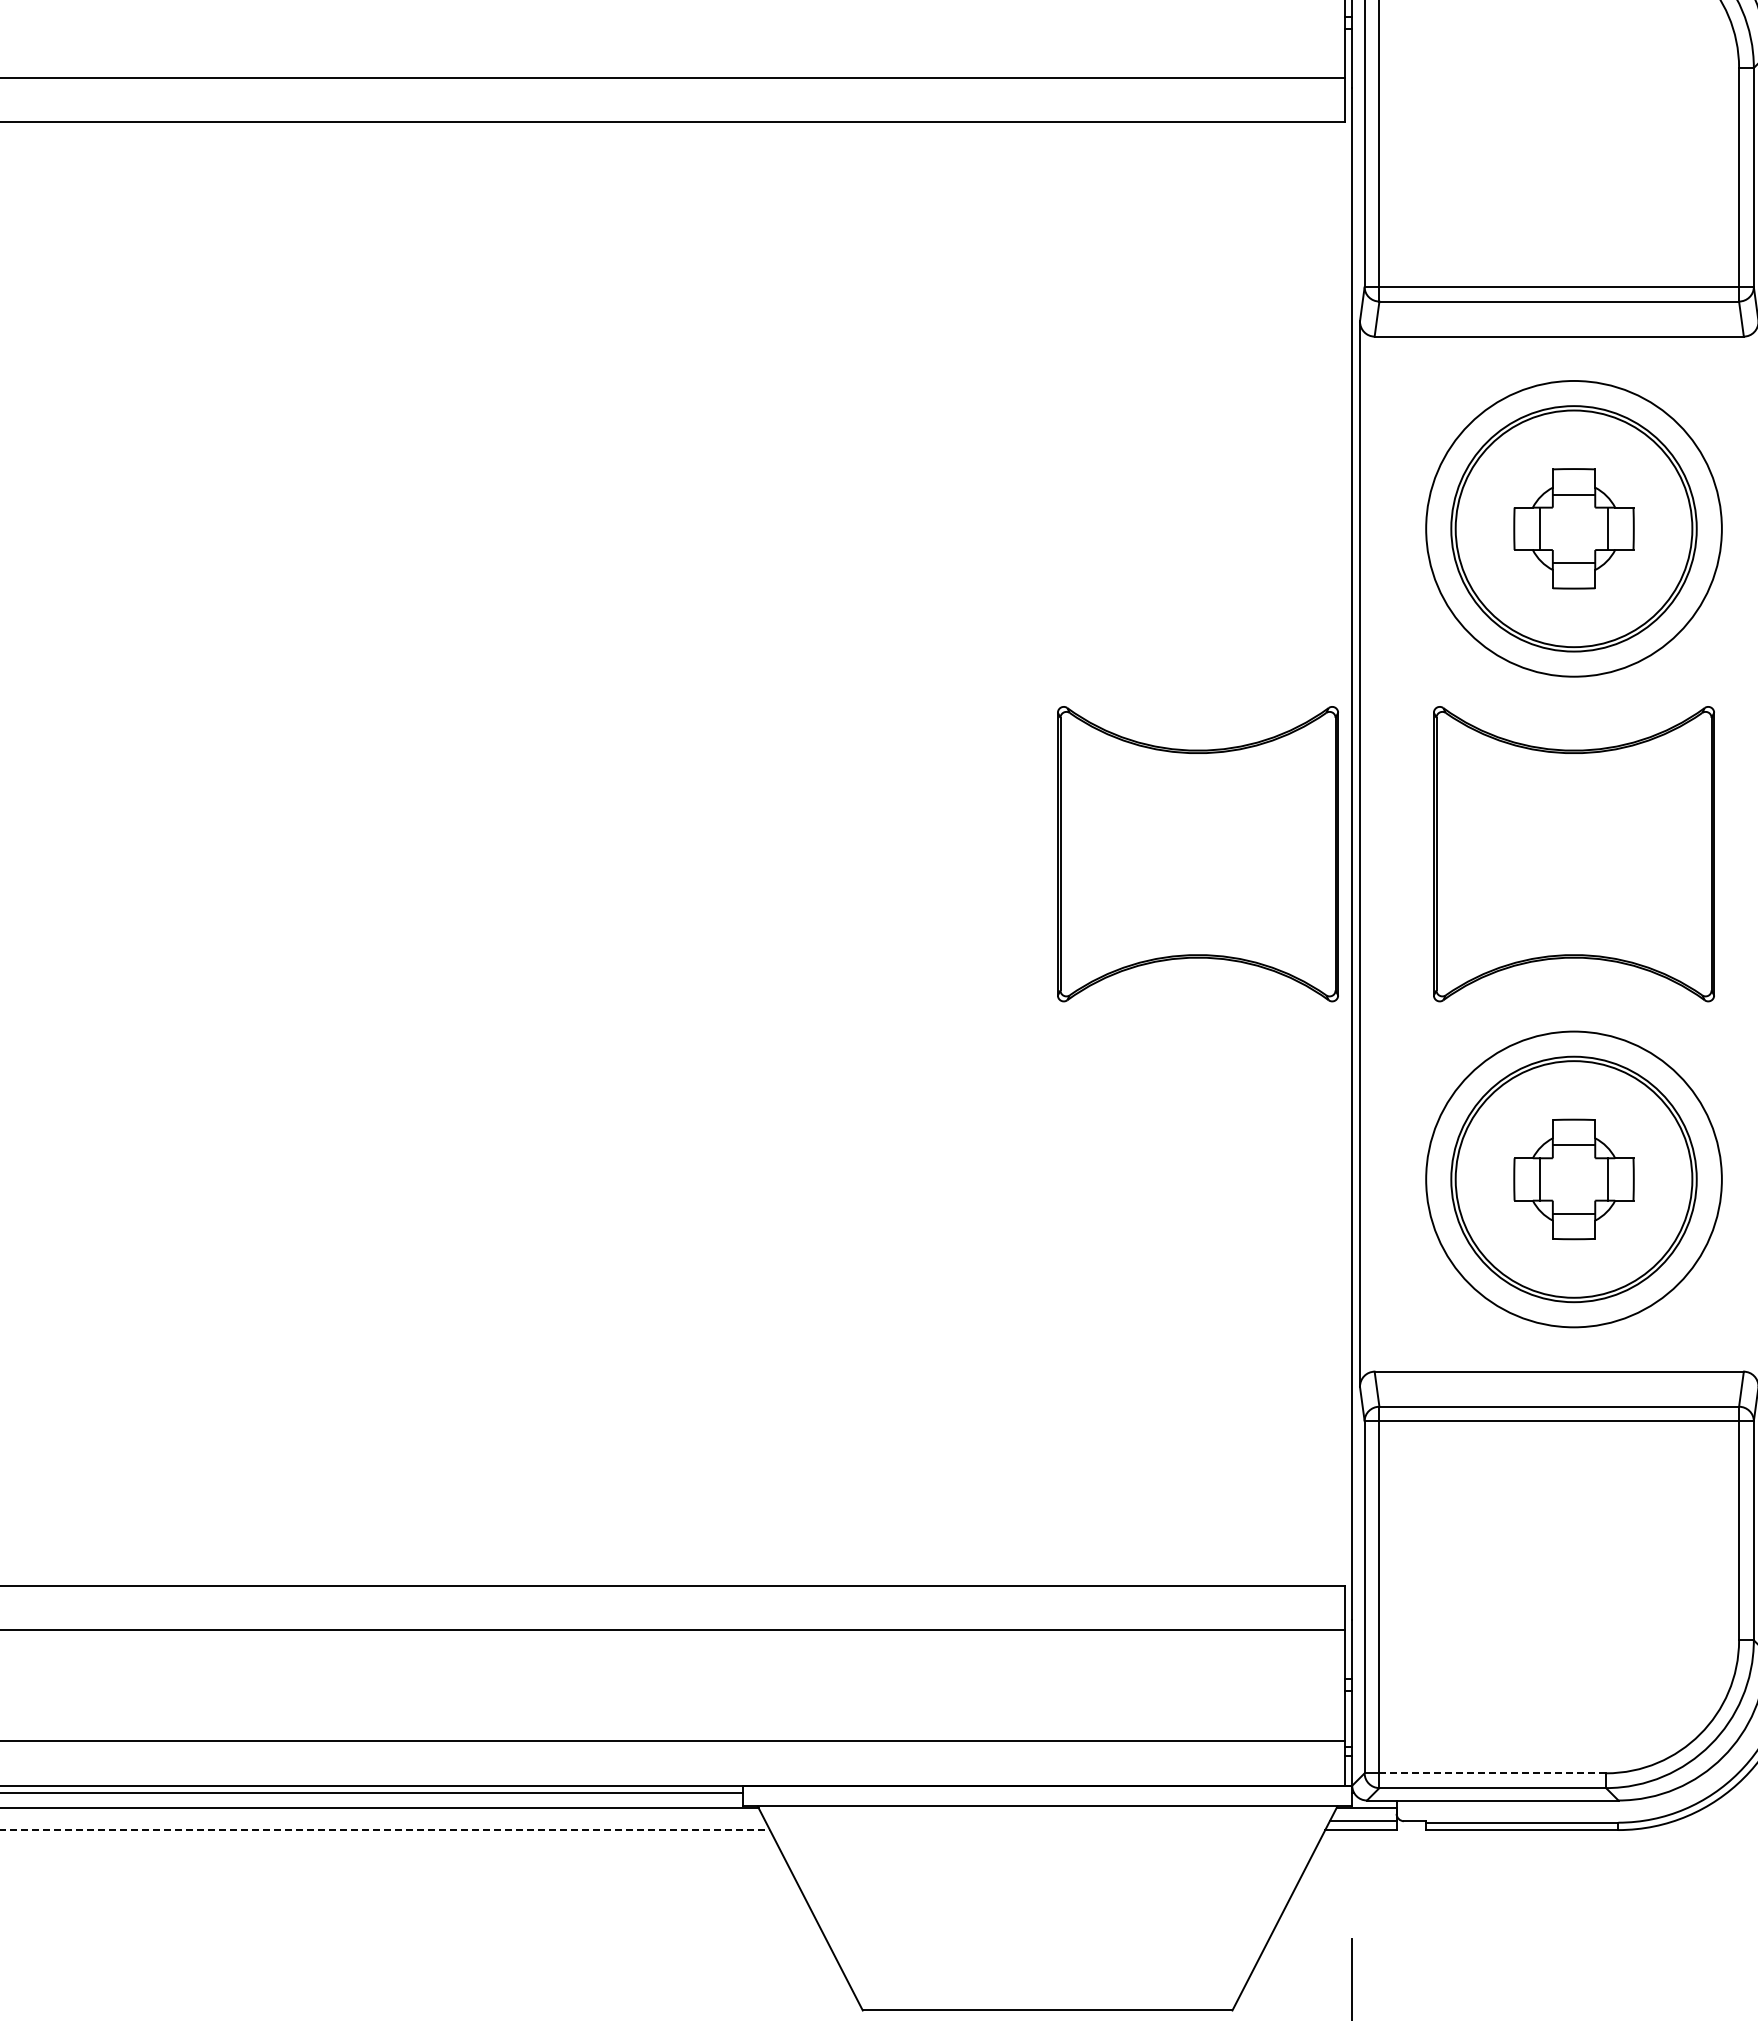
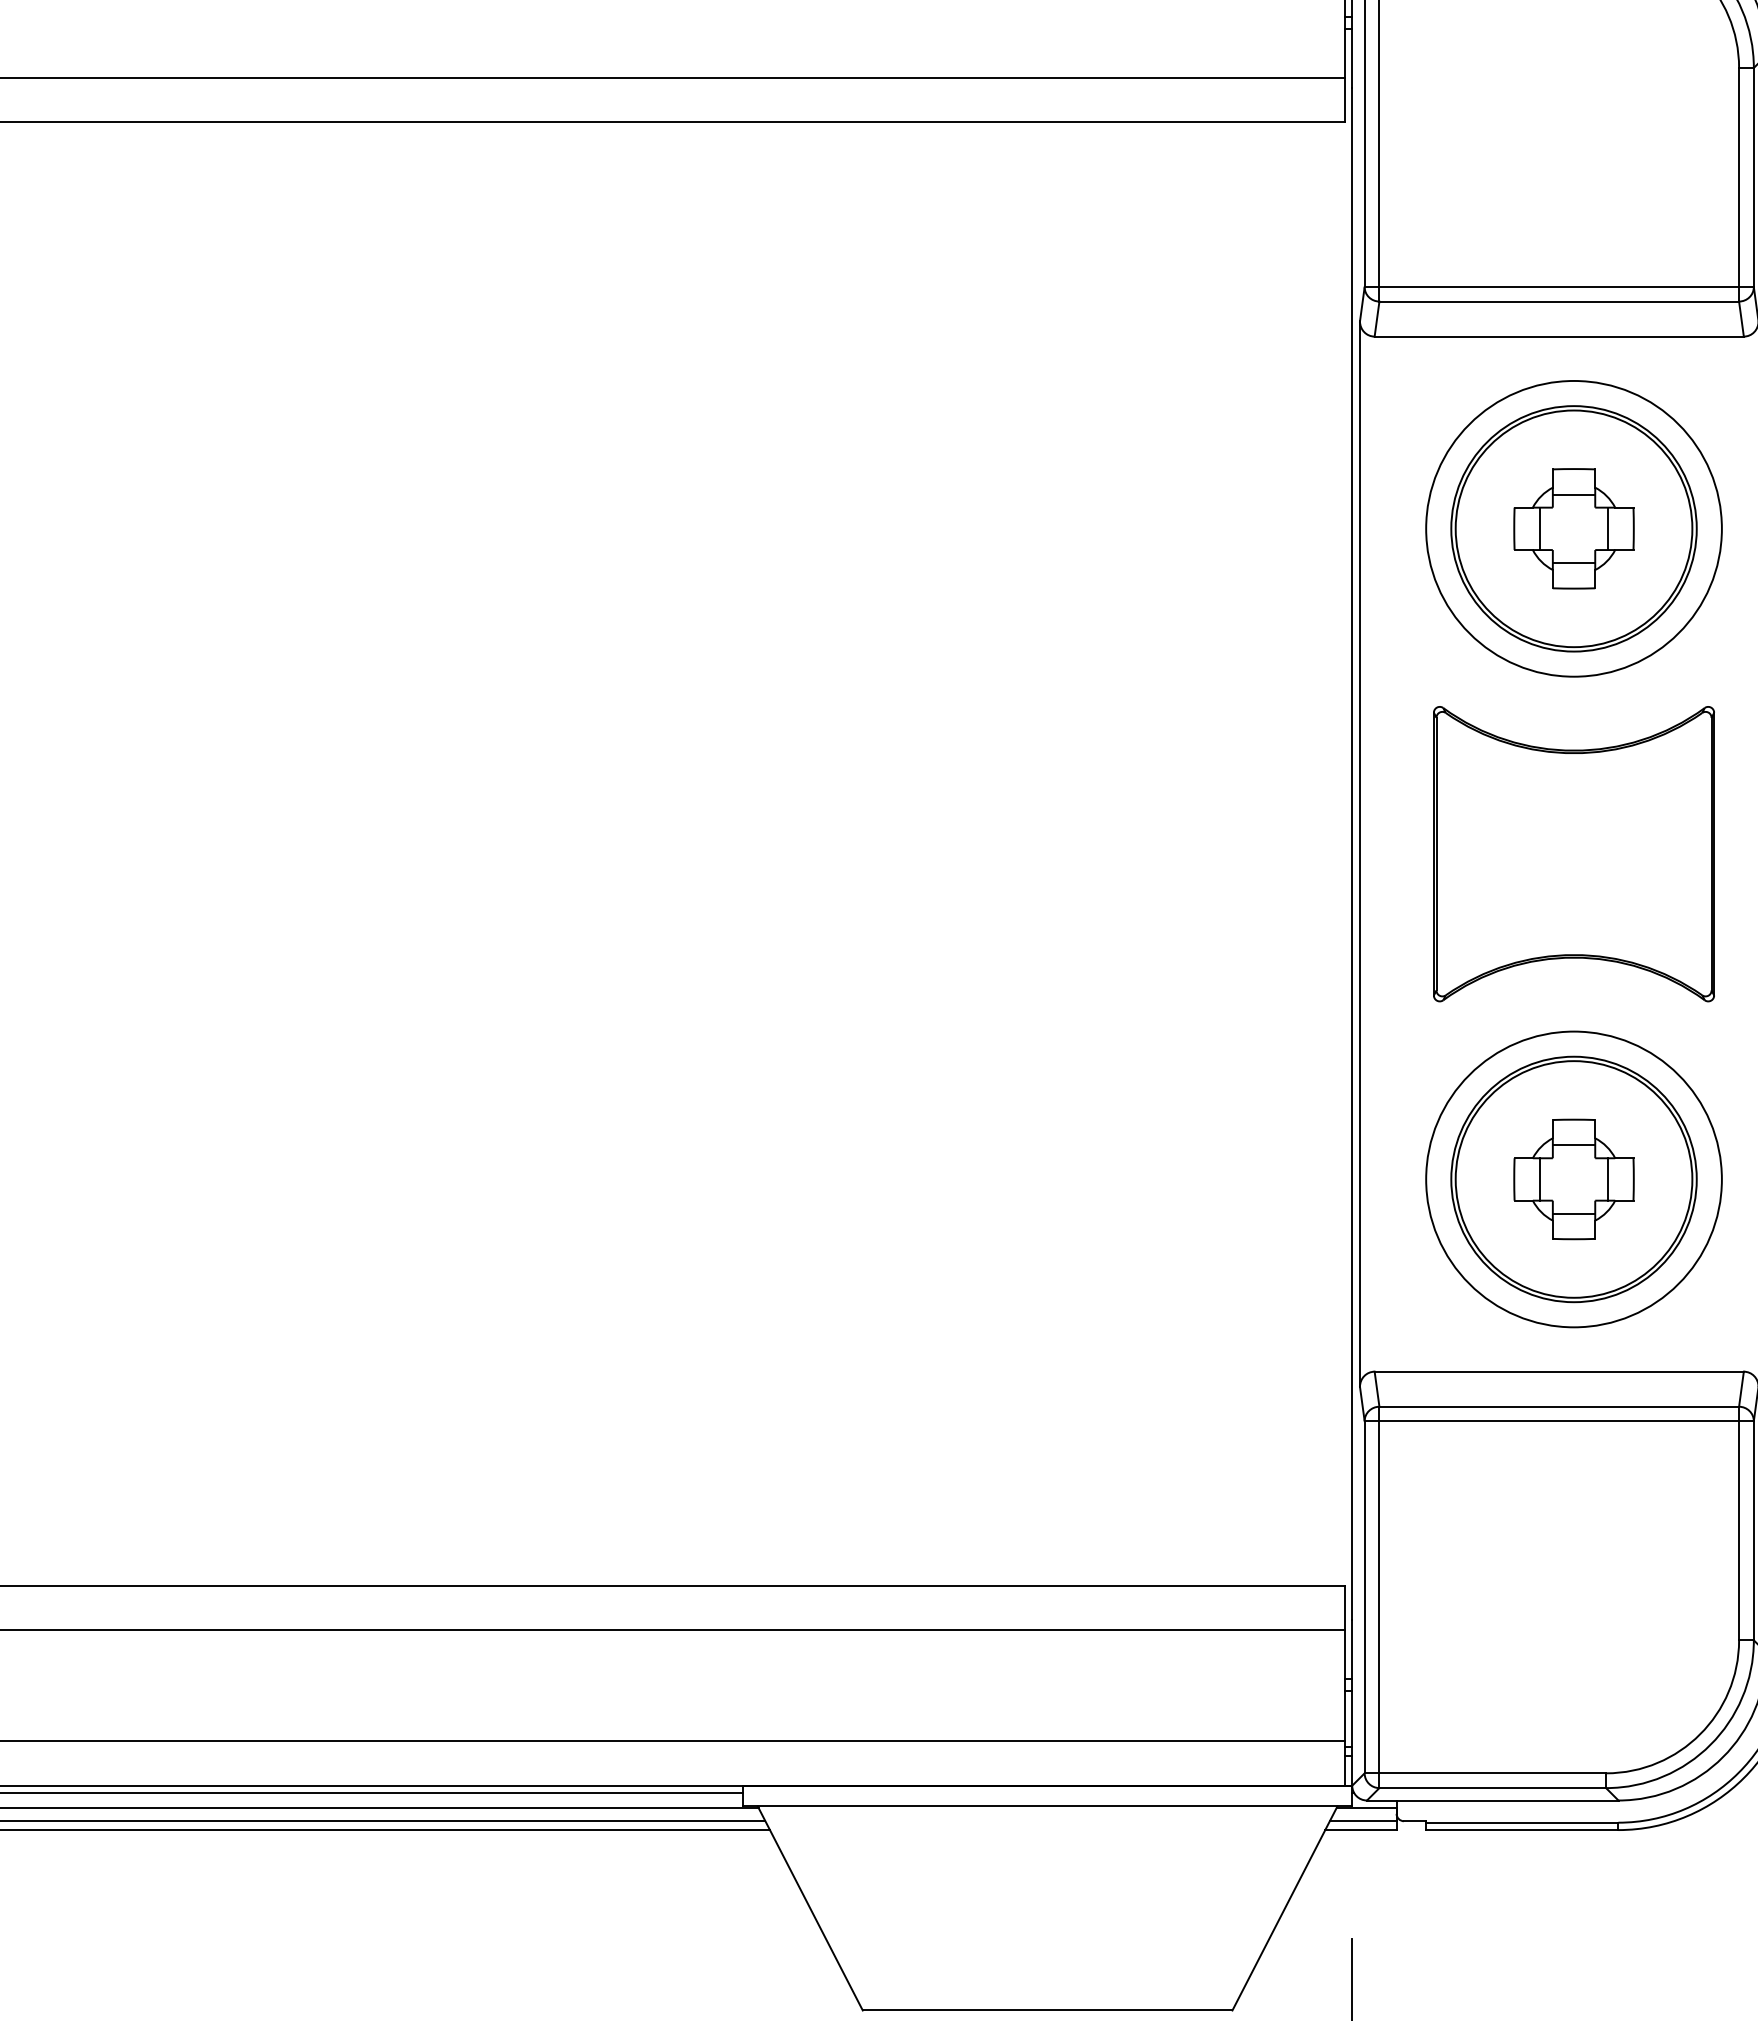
part at (1197, 854): present -> none
line at (1492, 1773): dashed -> solid
line at (383, 1821): none -> present
line at (385, 1830): dashed -> solid
